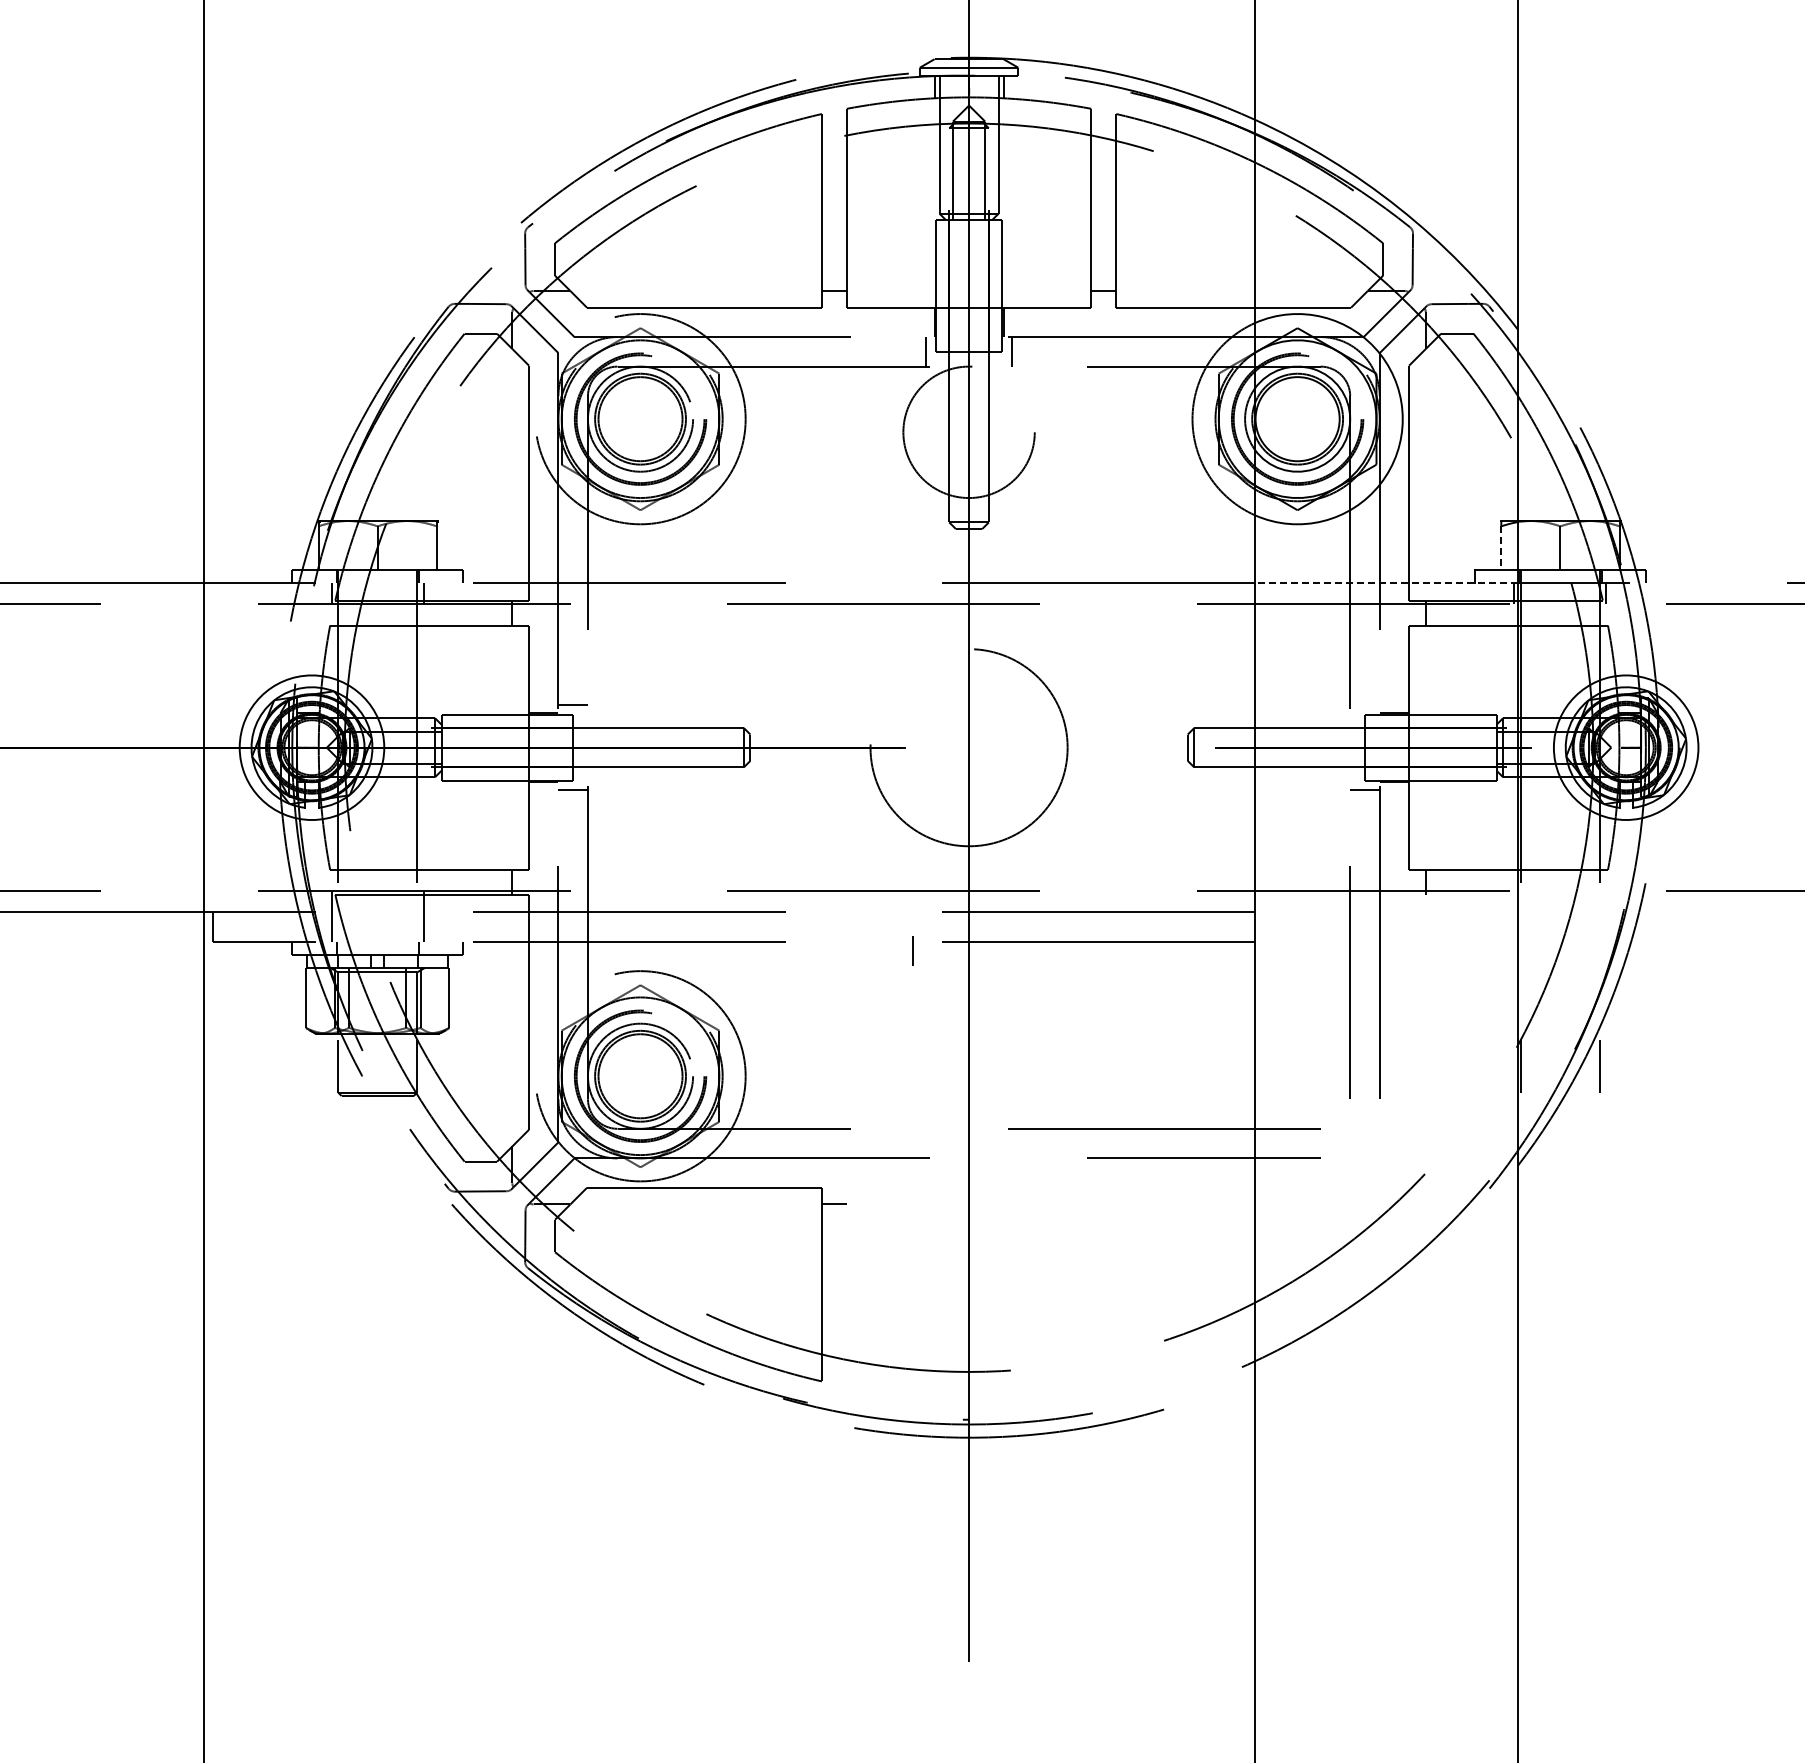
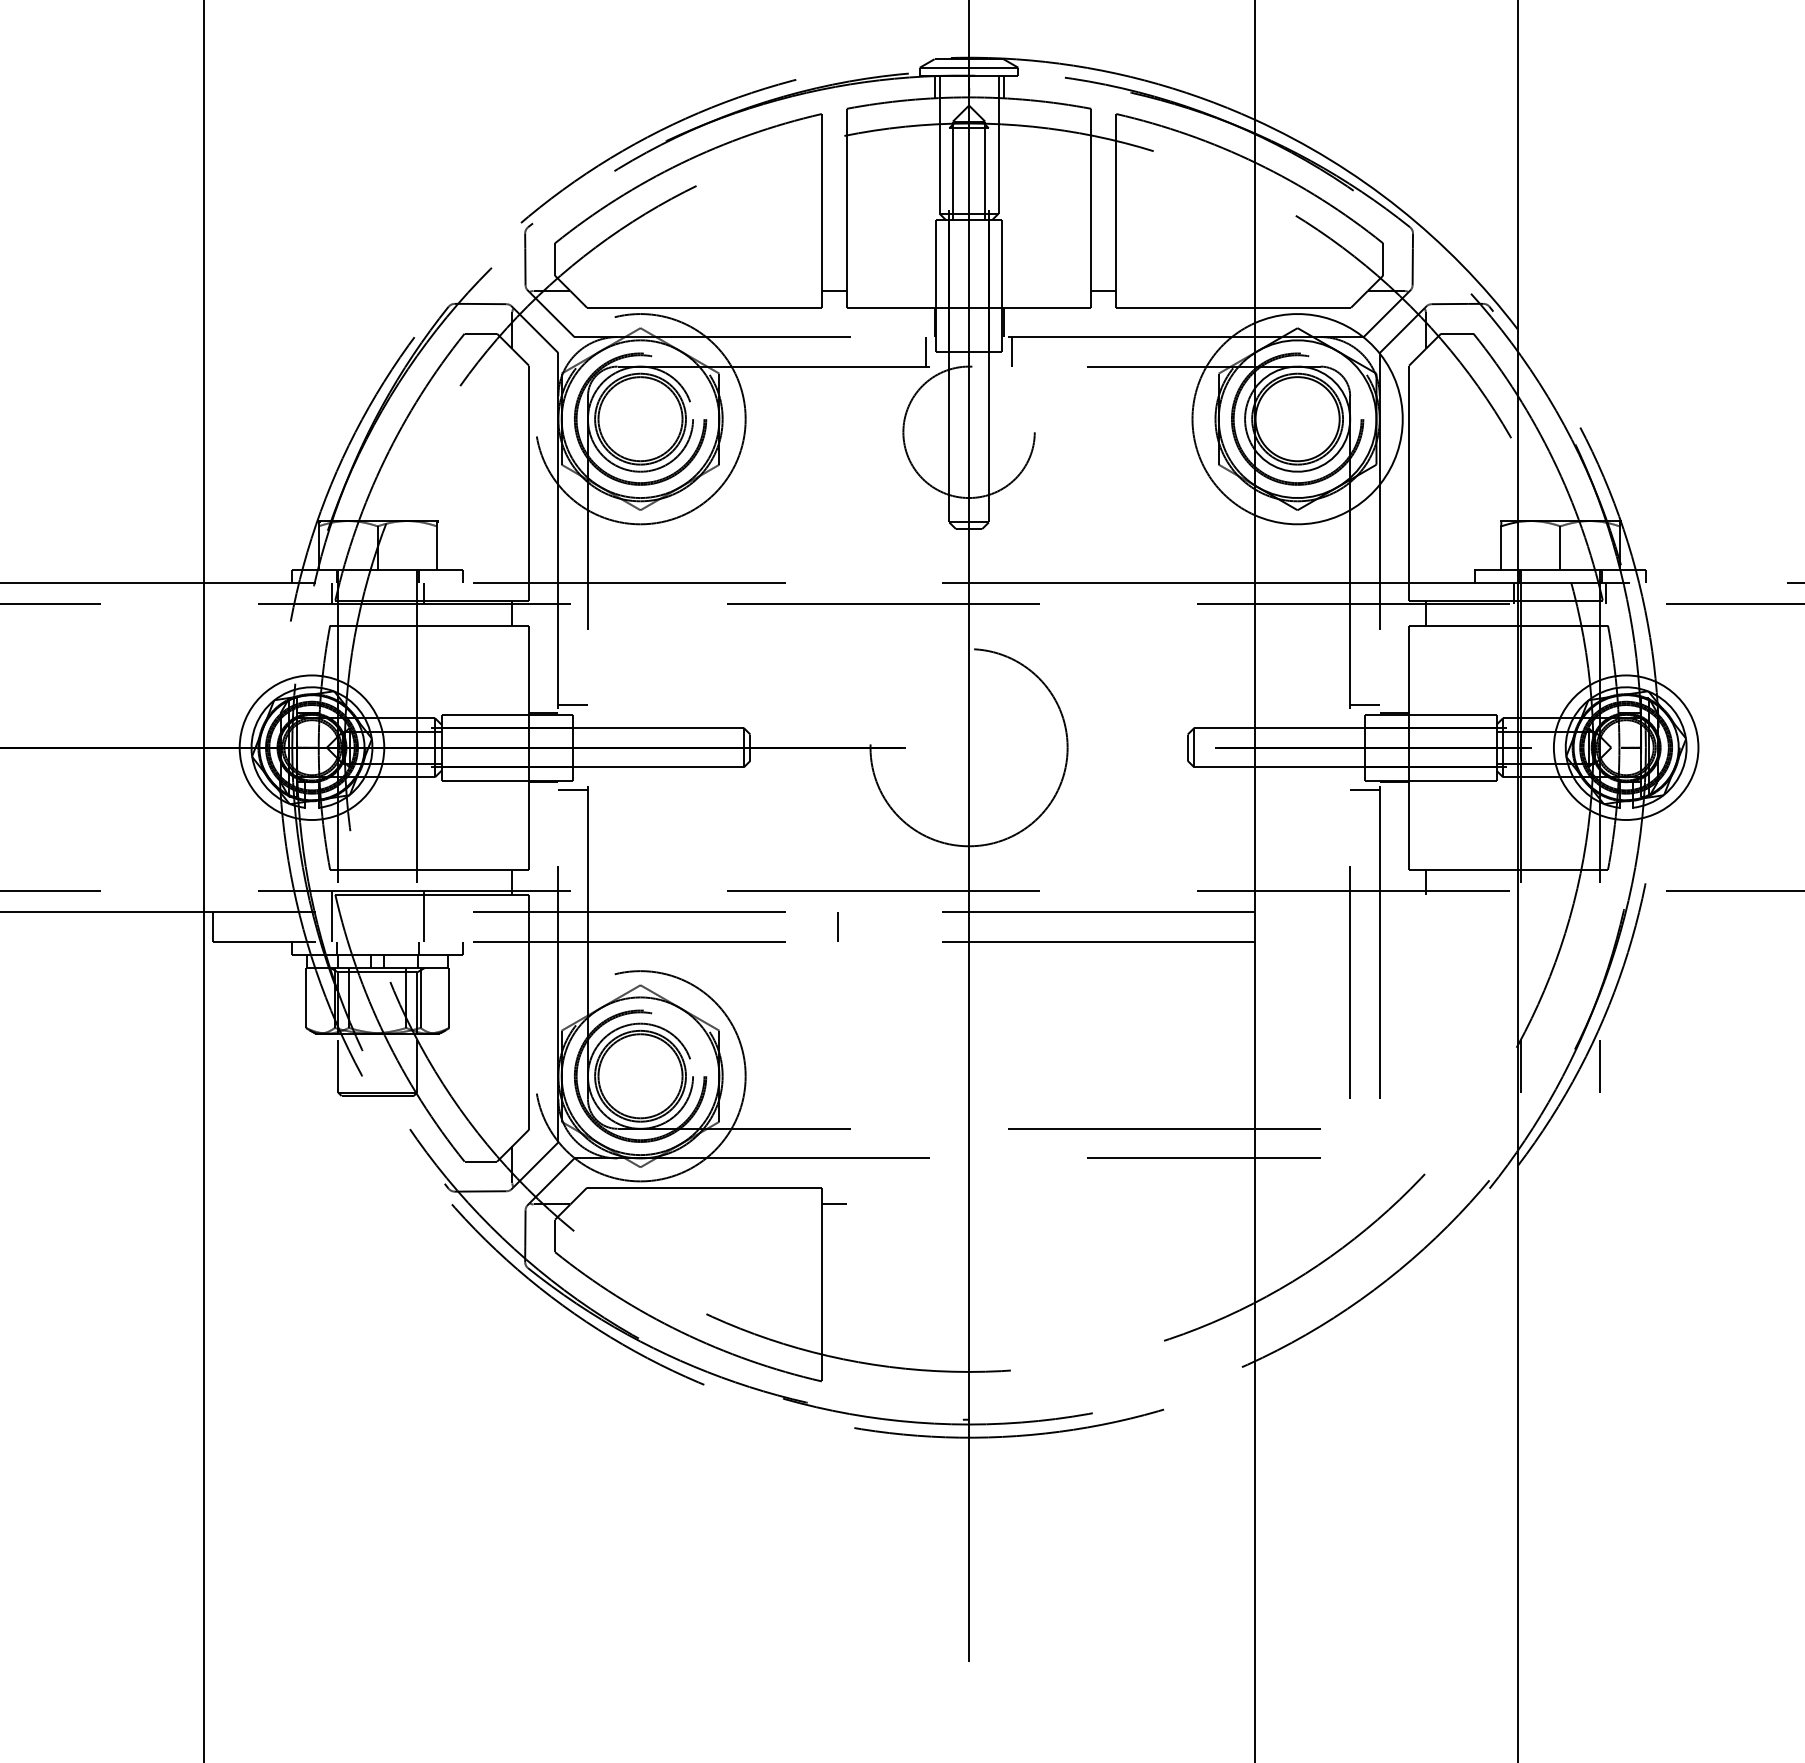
line at (1501, 548): dashed -> solid
line at (1385, 583): dashed -> solid
line at (1364, 705): none -> present
line at (912, 950) position: (912, 950) -> (837, 926)
